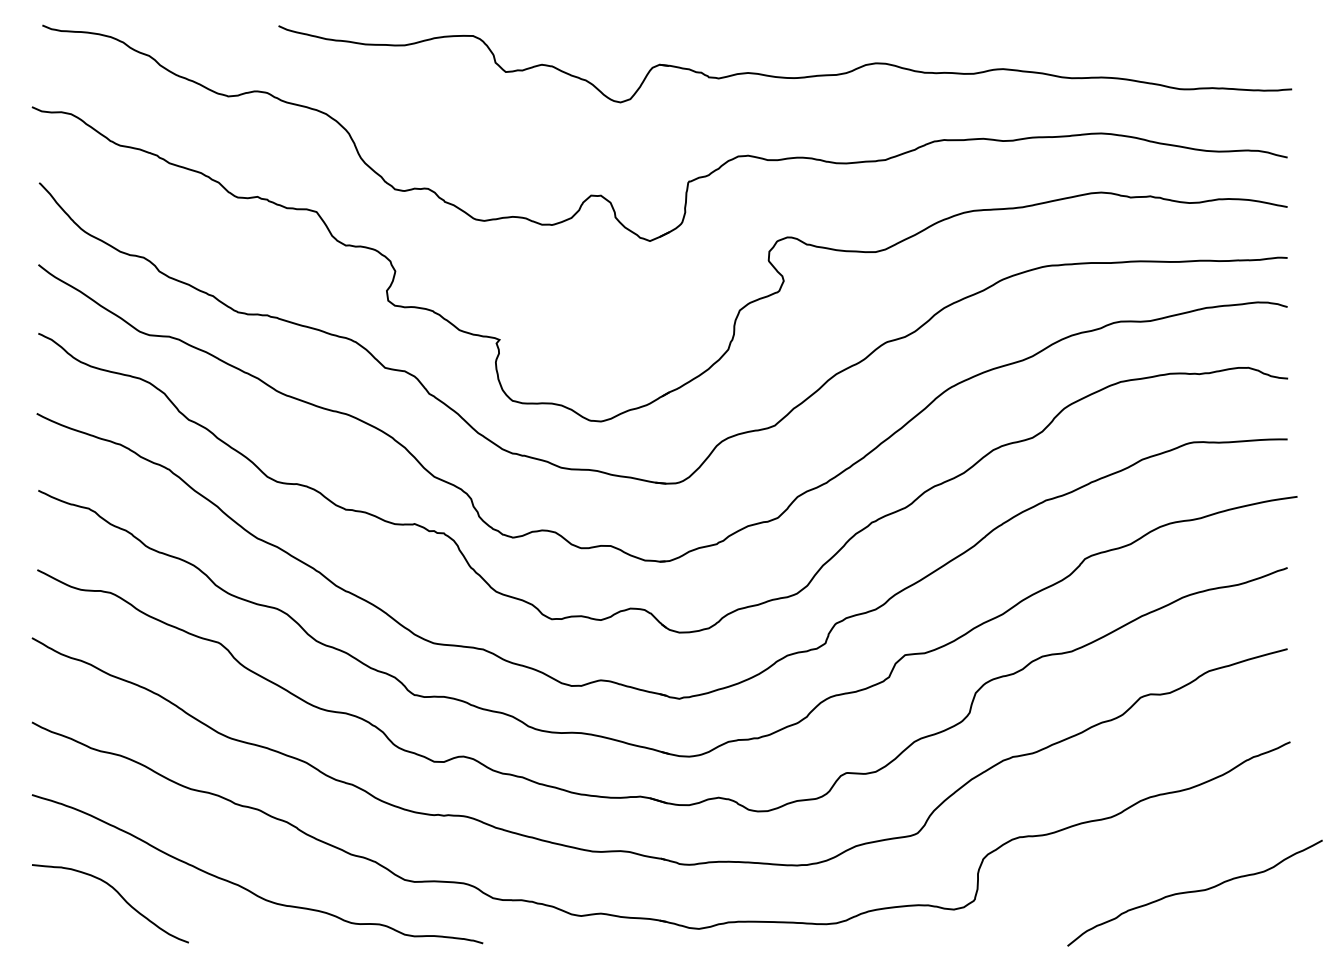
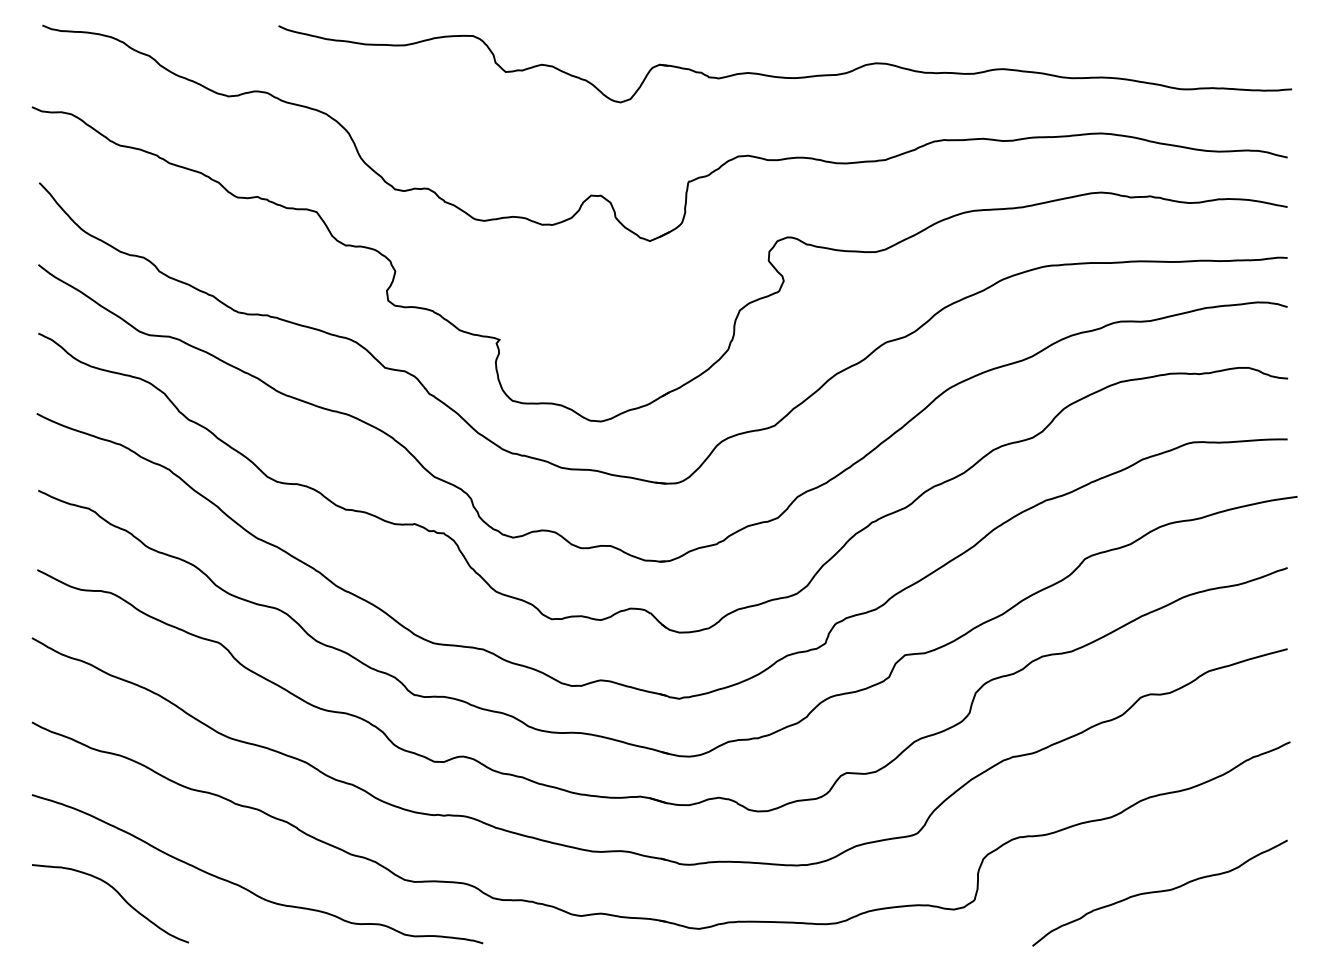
curve at (1194, 892) position: (1194, 892) -> (1159, 892)
